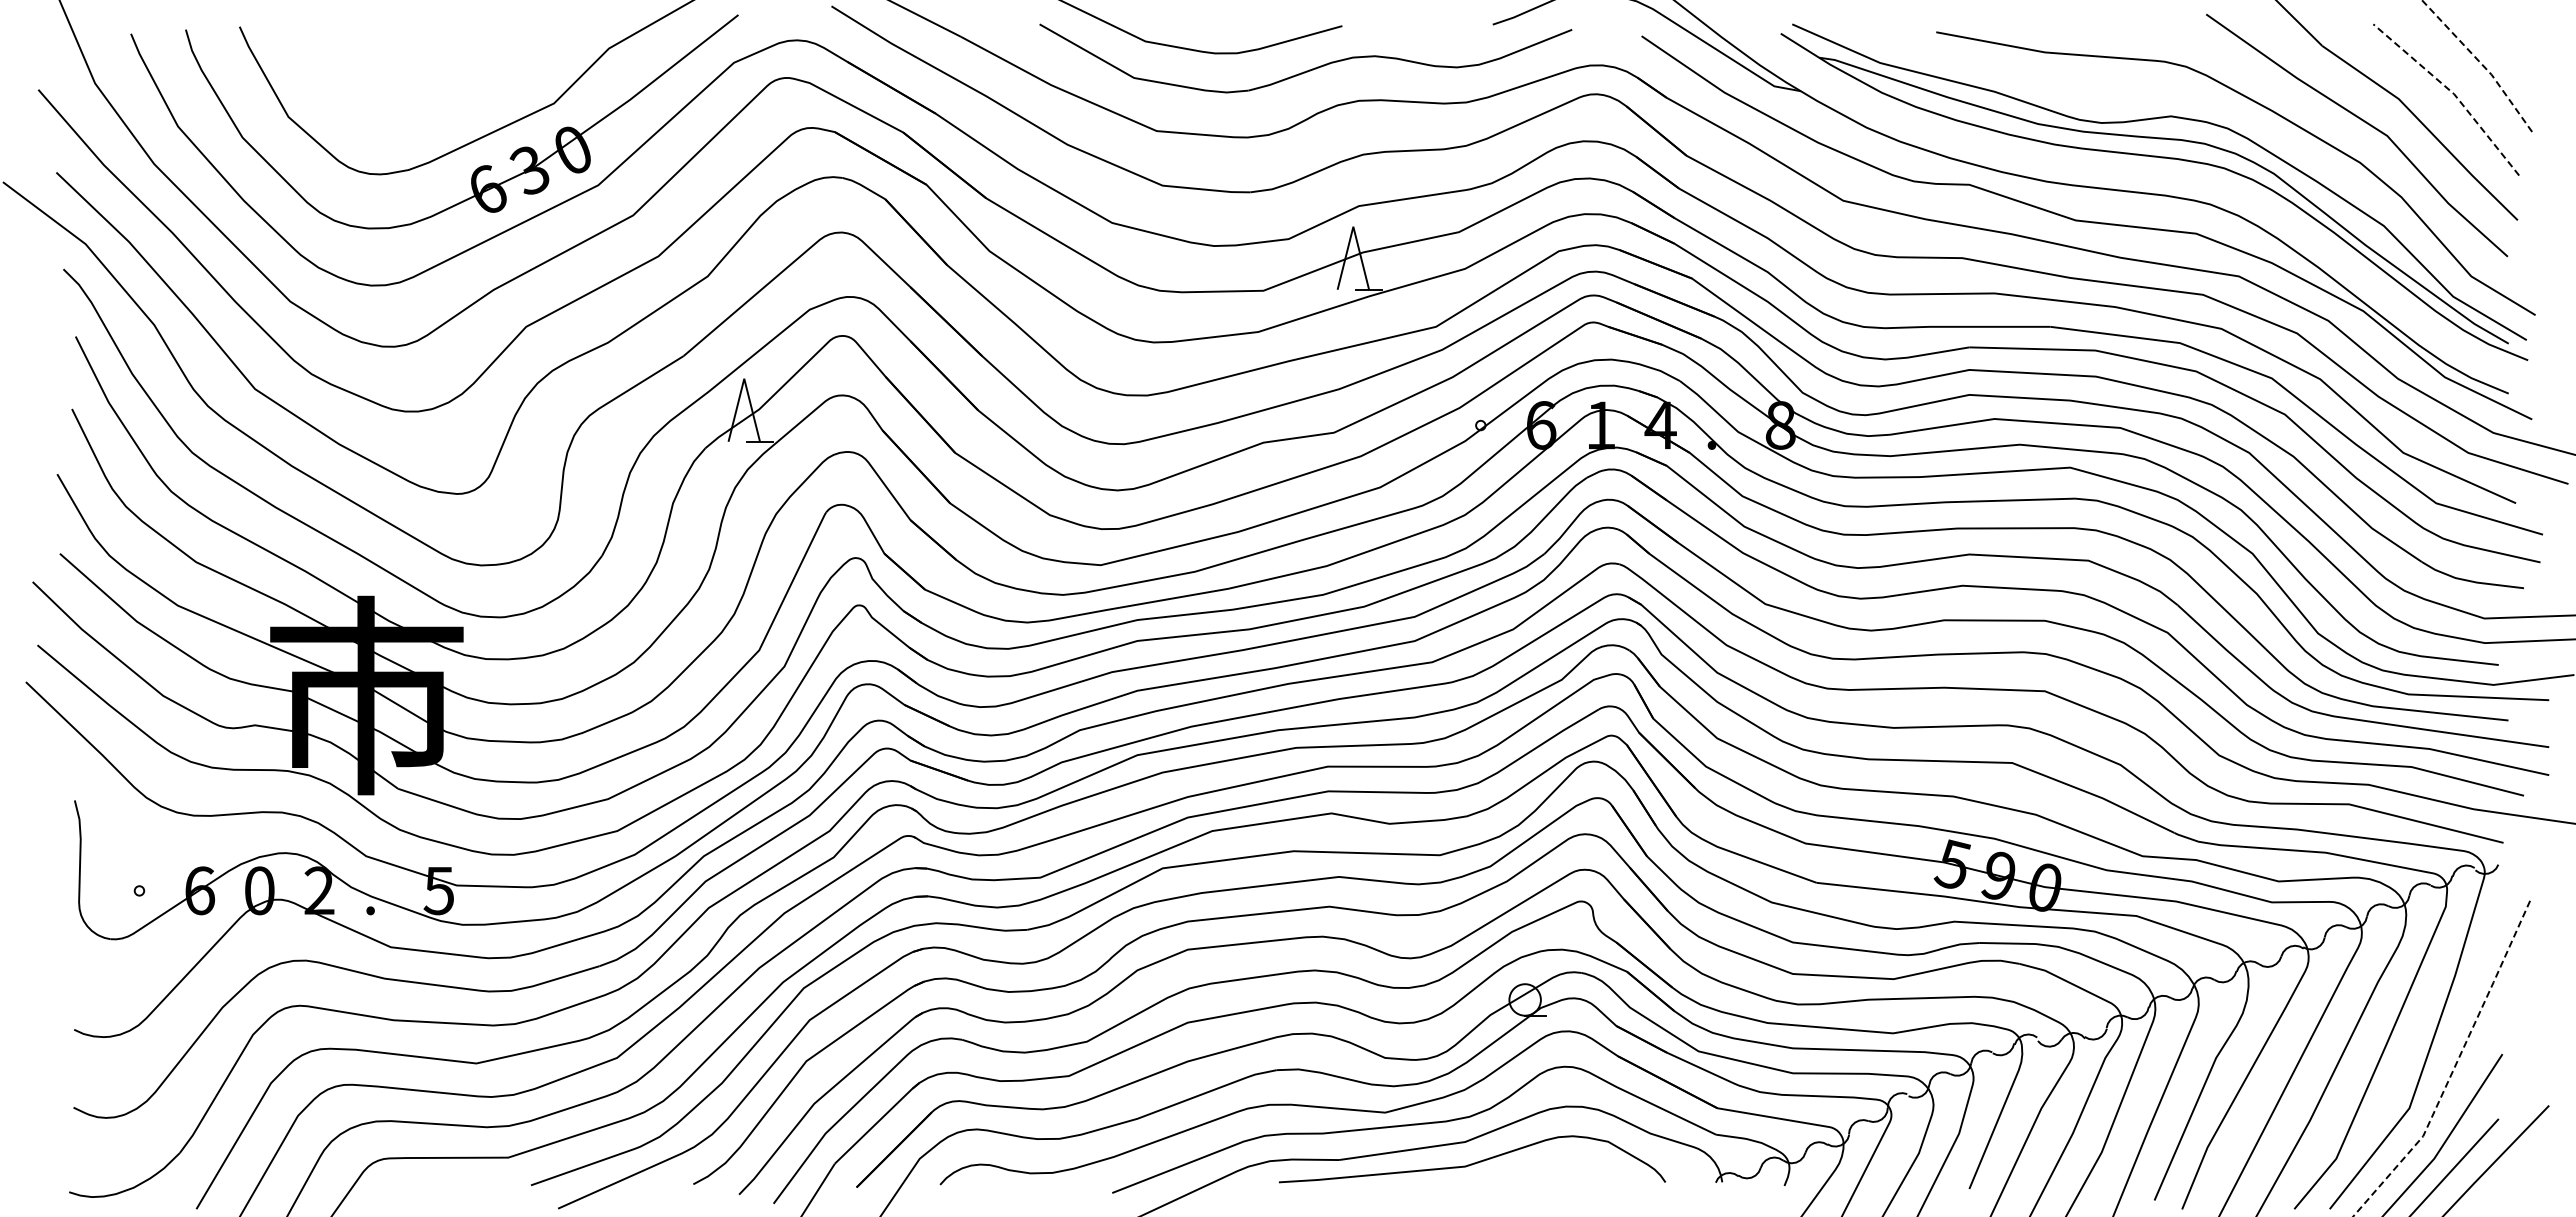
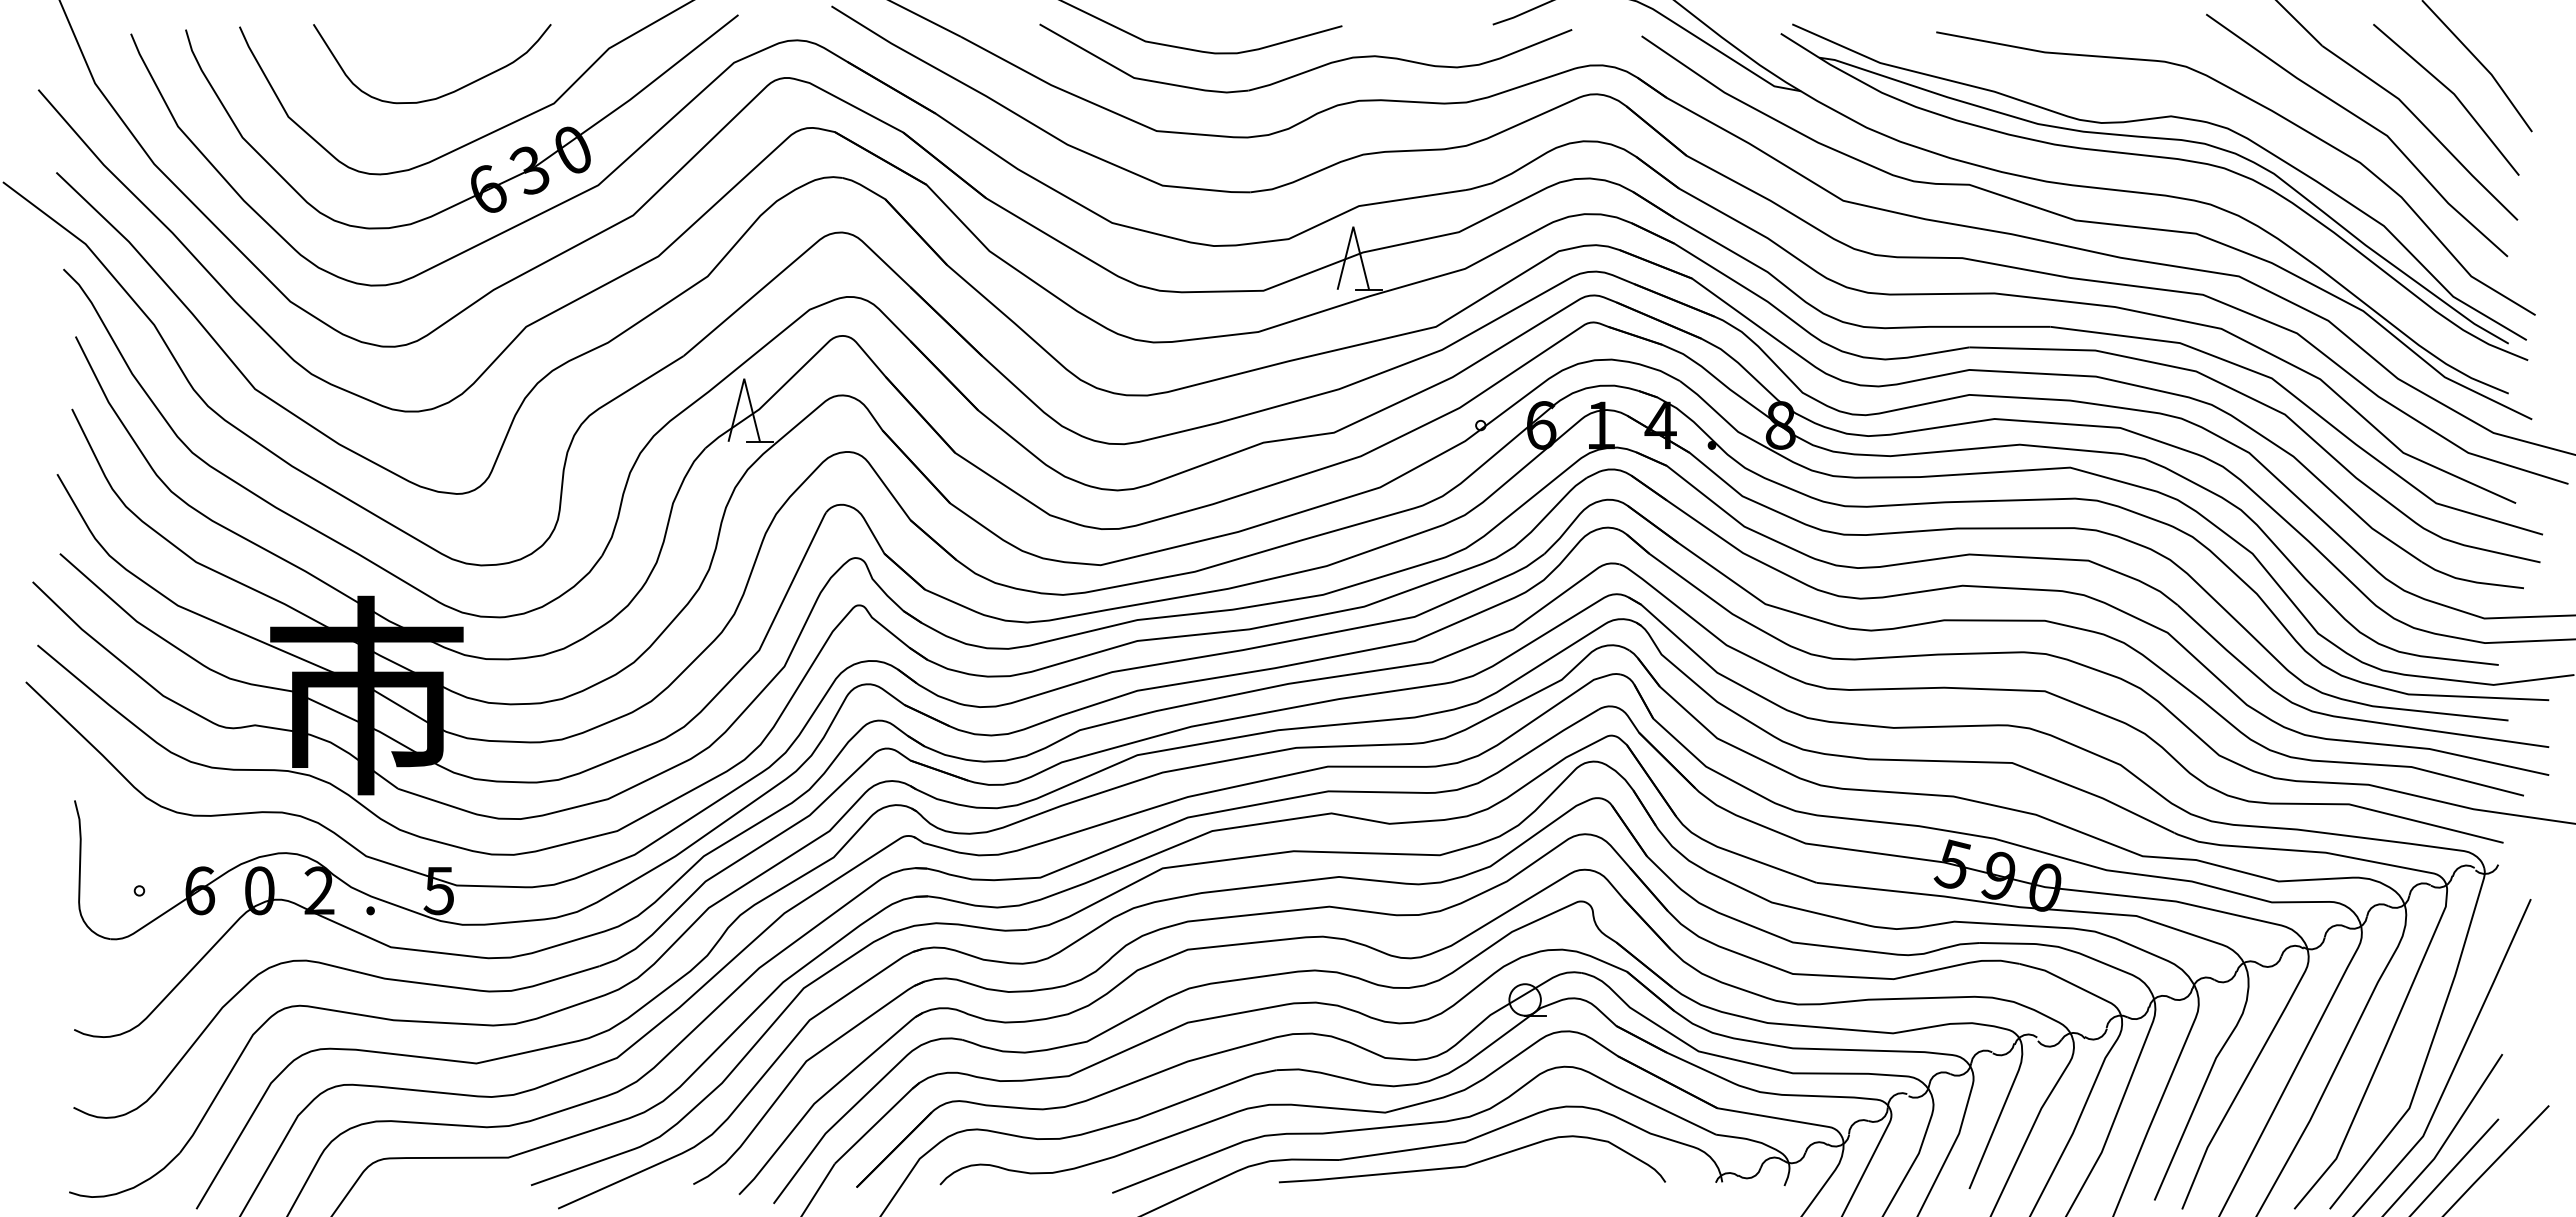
line at (2481, 63): dashed -> solid
curve at (446, 93): none -> present
line at (2453, 93): dashed -> solid
line at (2455, 1065): dashed -> solid
